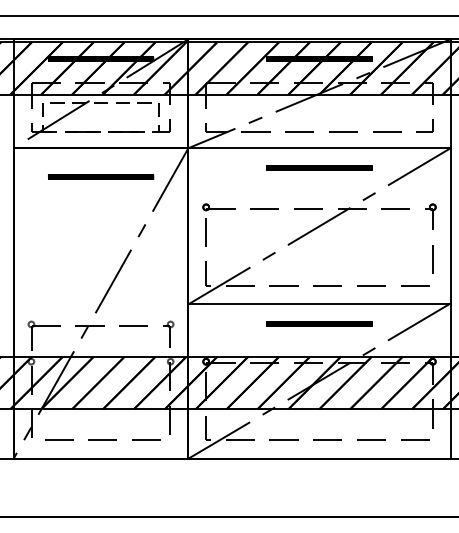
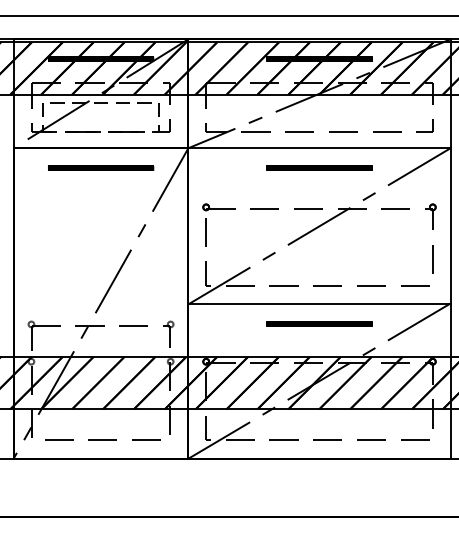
part at (101, 176) position: (101, 176) -> (101, 167)
